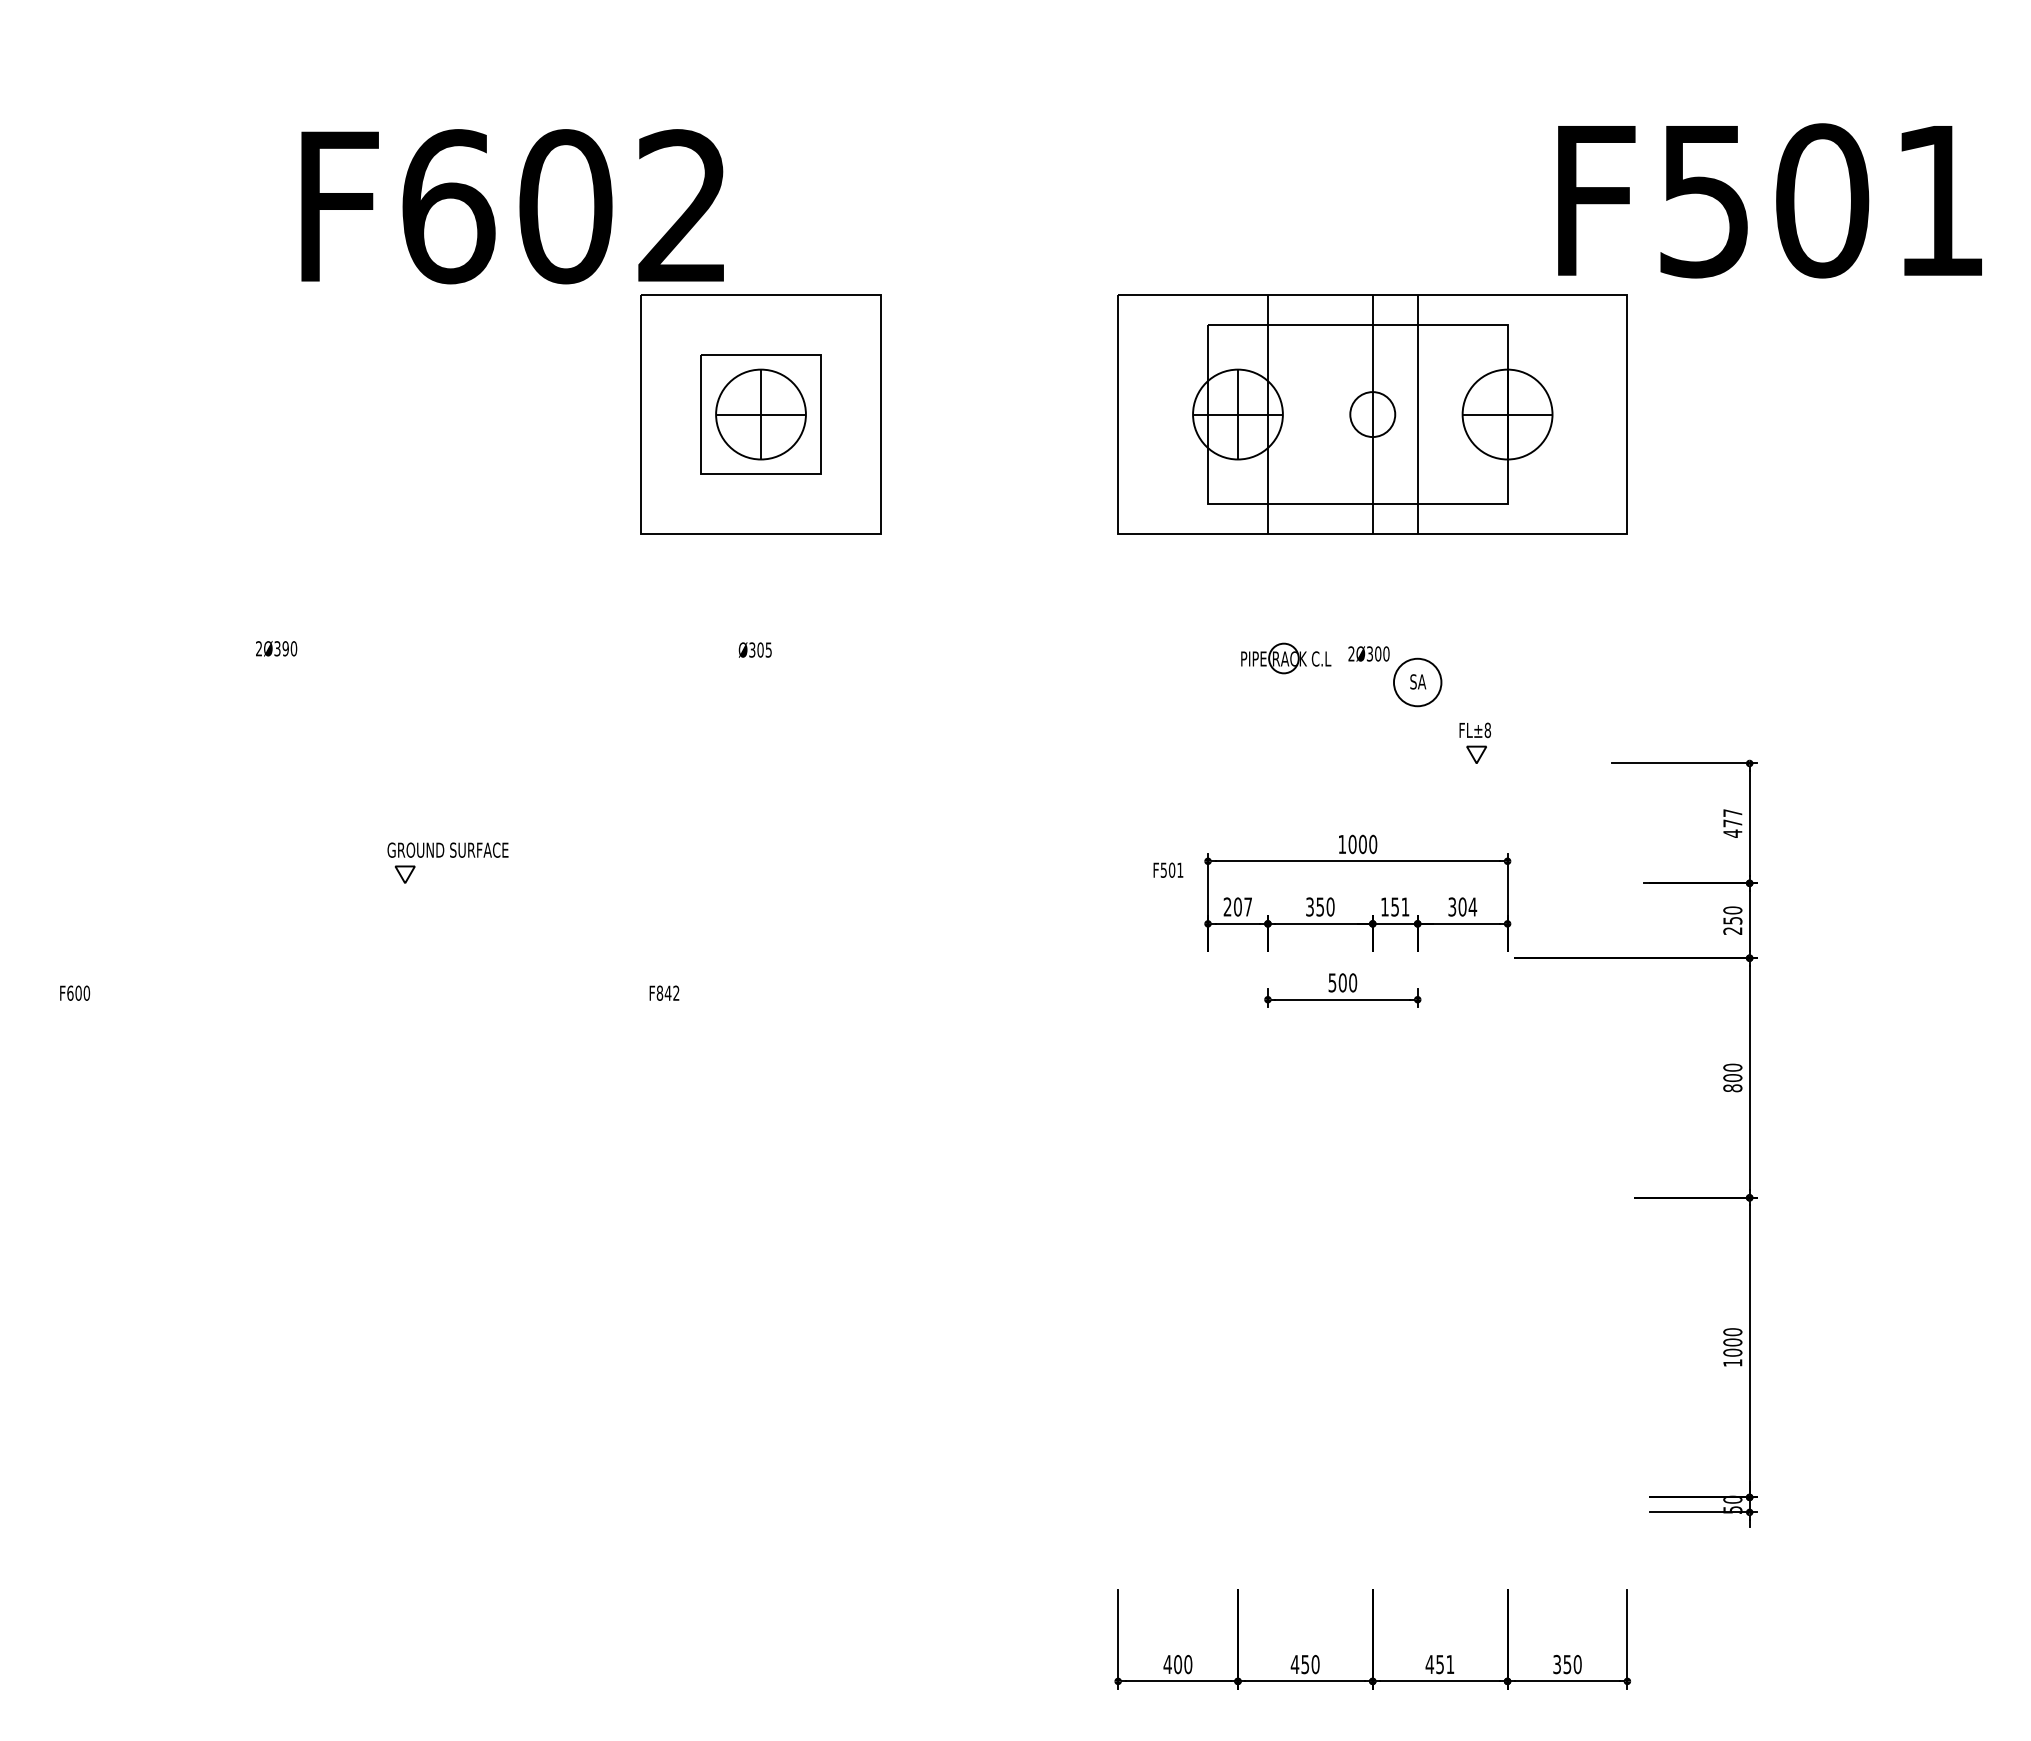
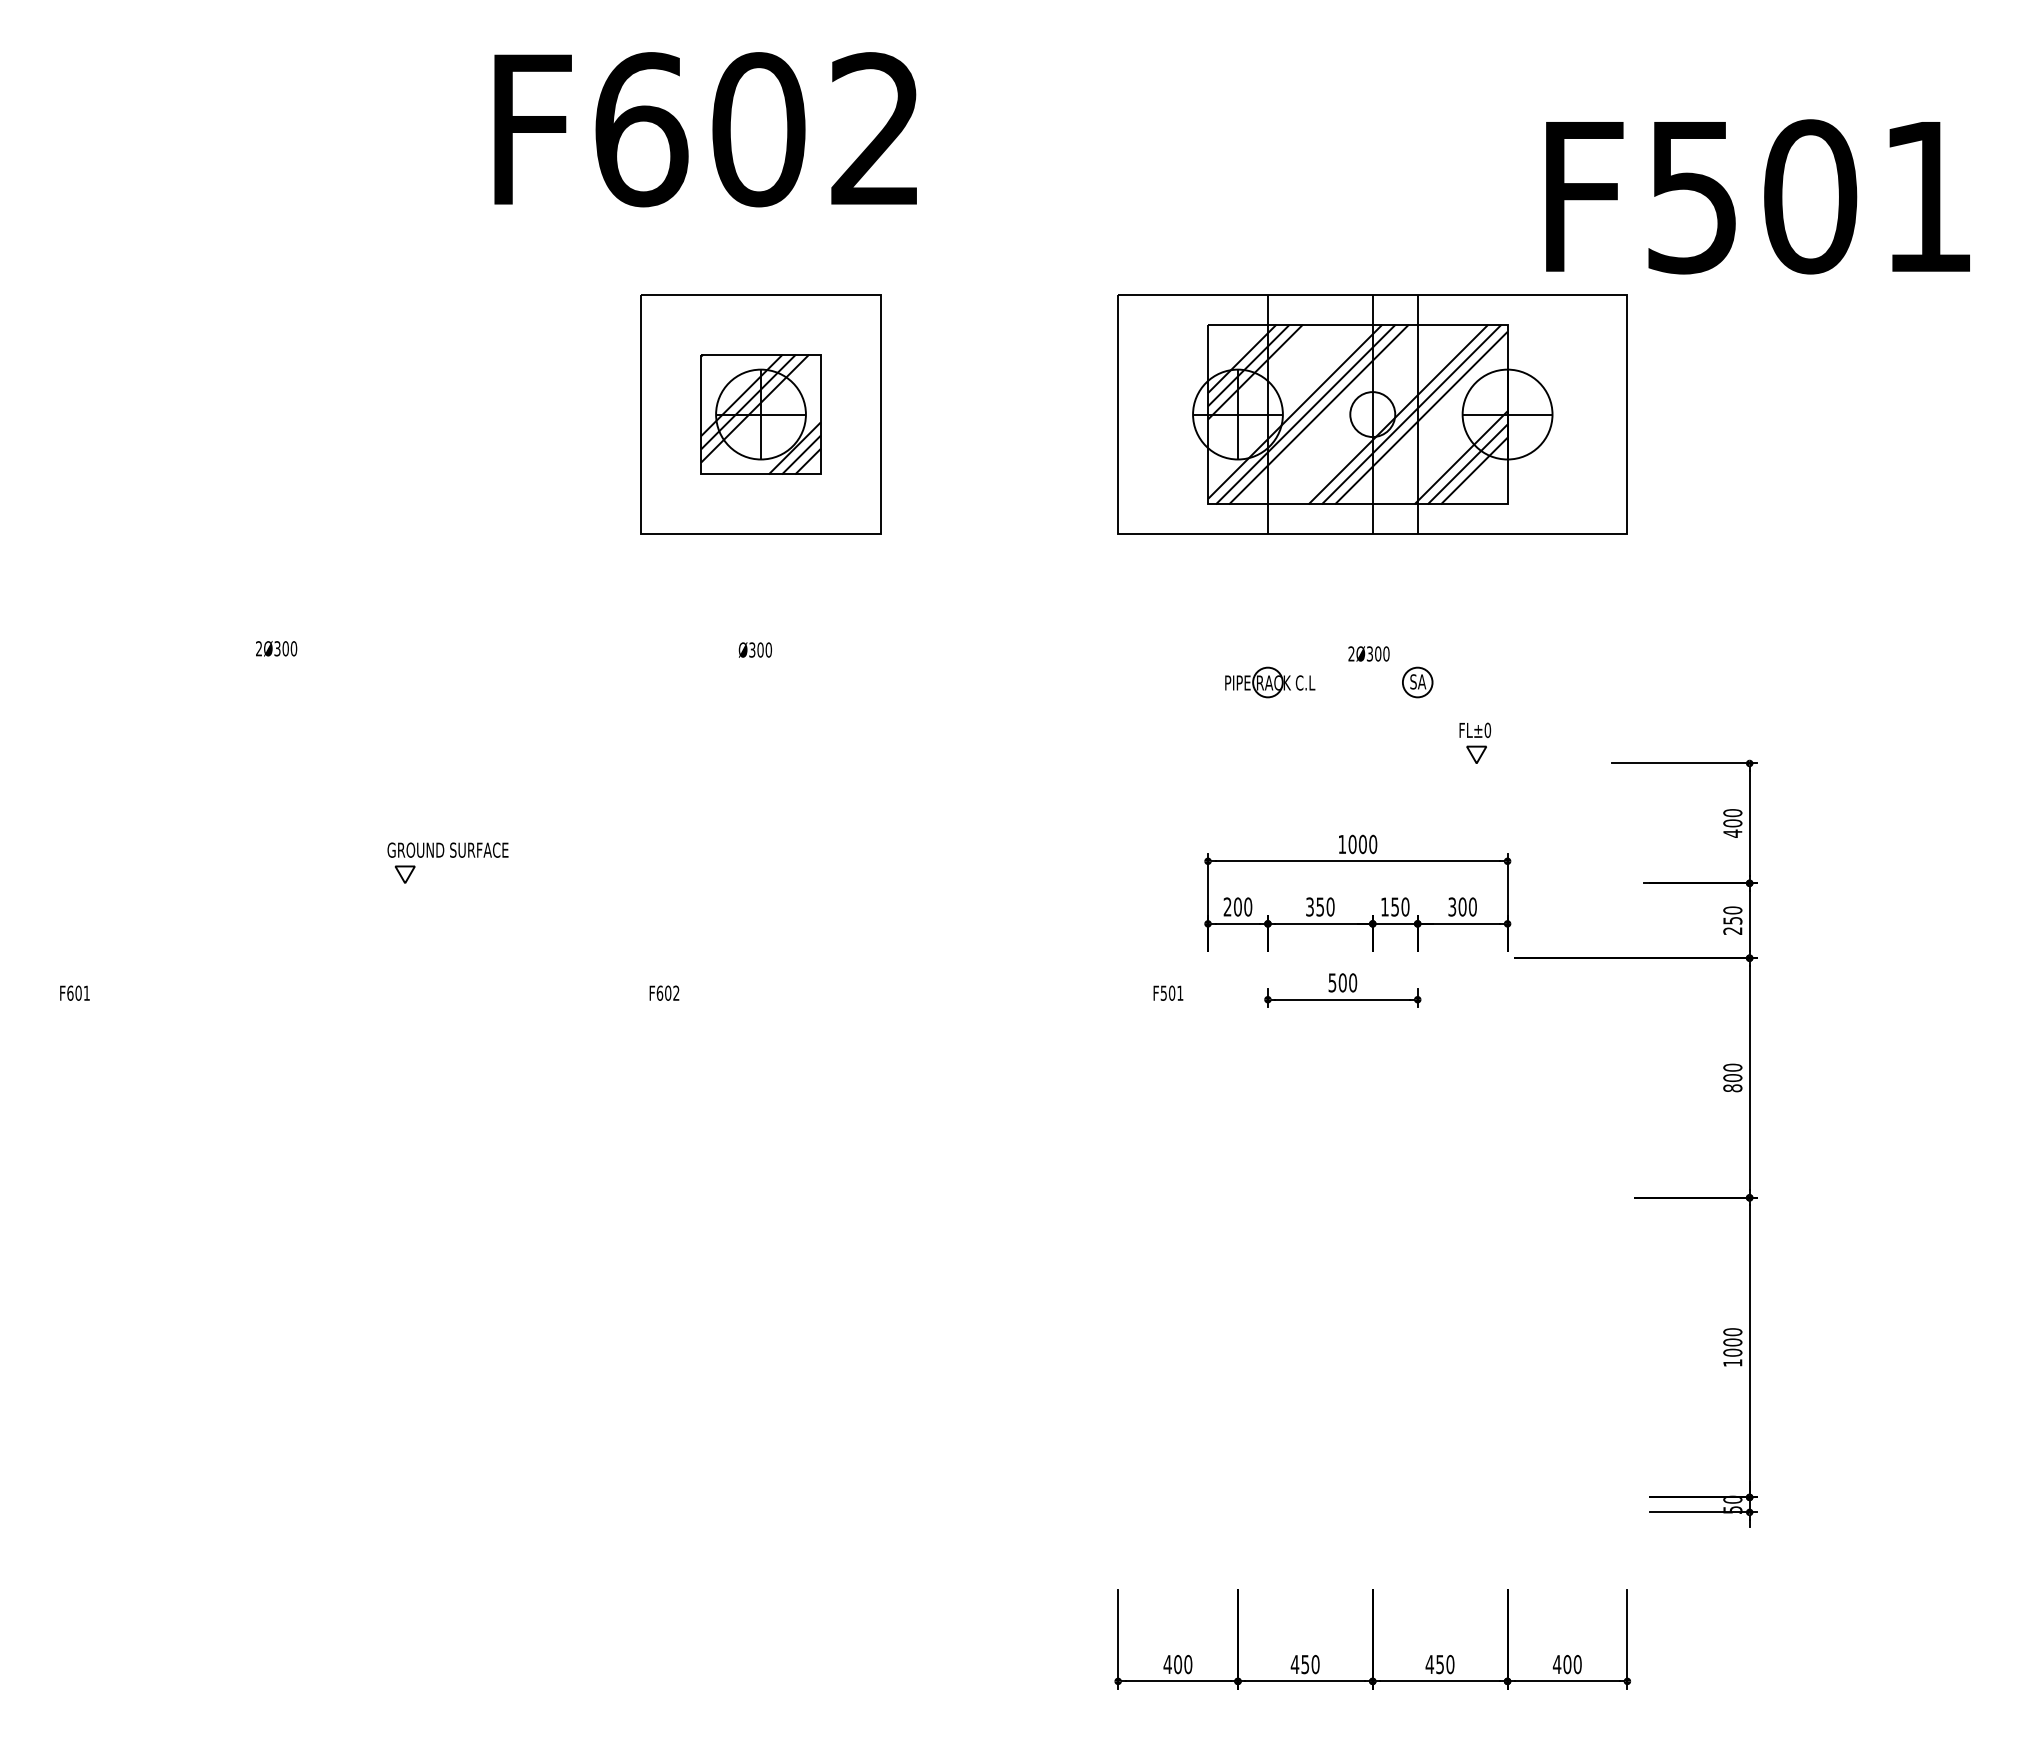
text at (1769, 200) position: (1769, 200) -> (1757, 196)
text at (512, 206) position: (512, 206) -> (705, 129)
hatch at (760, 414): none -> present
hatch at (1357, 414): none -> present
text at (285, 648): 2Ø390 -> 2Ø300
text at (768, 649): Ø305 -> Ø300
part at (1286, 658) position: (1286, 658) -> (1270, 682)
circle at (1417, 682) diameter: 47 px -> 30 px
text at (1487, 730): FL±8 -> FL±0
text at (1732, 818): 477 -> 400
text at (1168, 869) position: (1168, 869) -> (1168, 992)
text at (1248, 906): 207 -> 200
text at (1405, 906): 151 -> 150
text at (1472, 906): 304 -> 300
text at (86, 992): F600 -> F601
text at (663, 992): F842 -> F602
text at (1450, 1664): 451 -> 450
text at (1561, 1664): 350 -> 400
